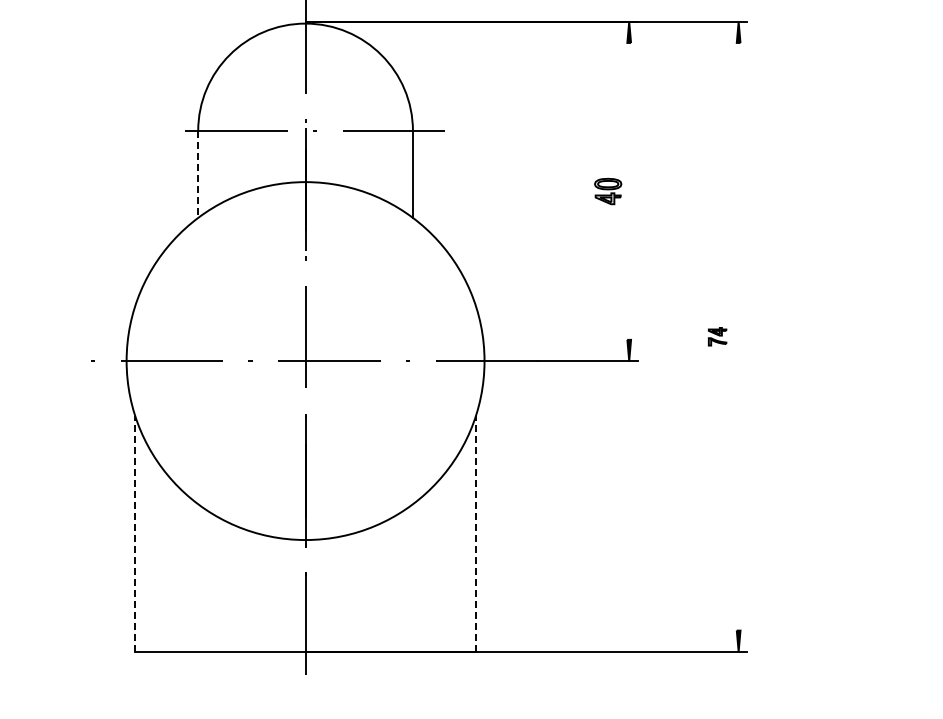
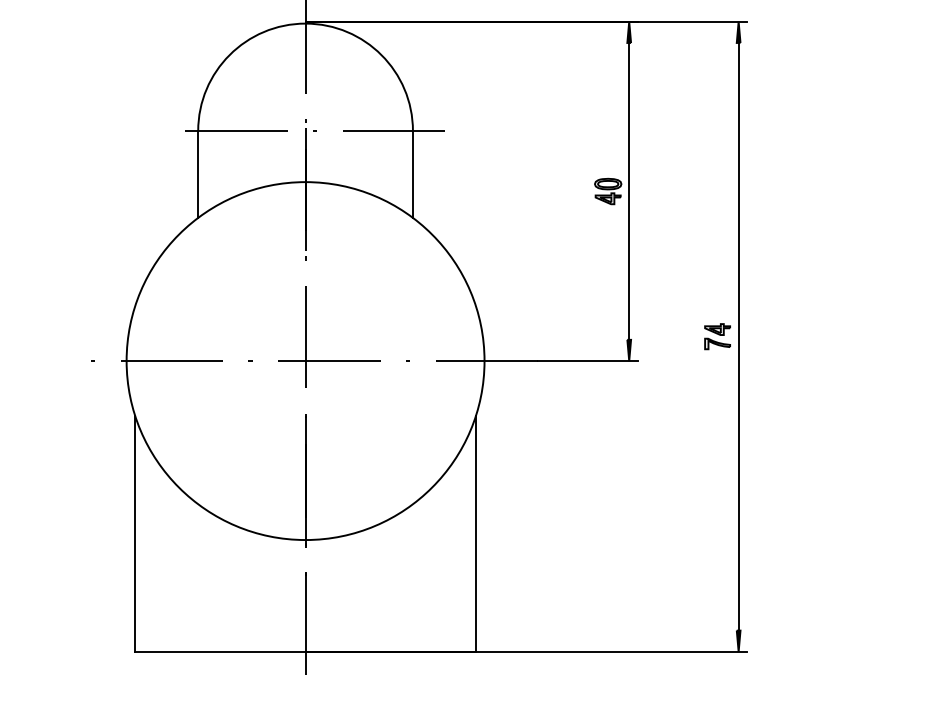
line at (198, 174): dashed -> solid
line at (629, 190): none -> present
part at (717, 336) size: 21x20 px -> 27x28 px
line at (738, 336): none -> present
line at (135, 533): dashed -> solid
line at (476, 533): dashed -> solid
